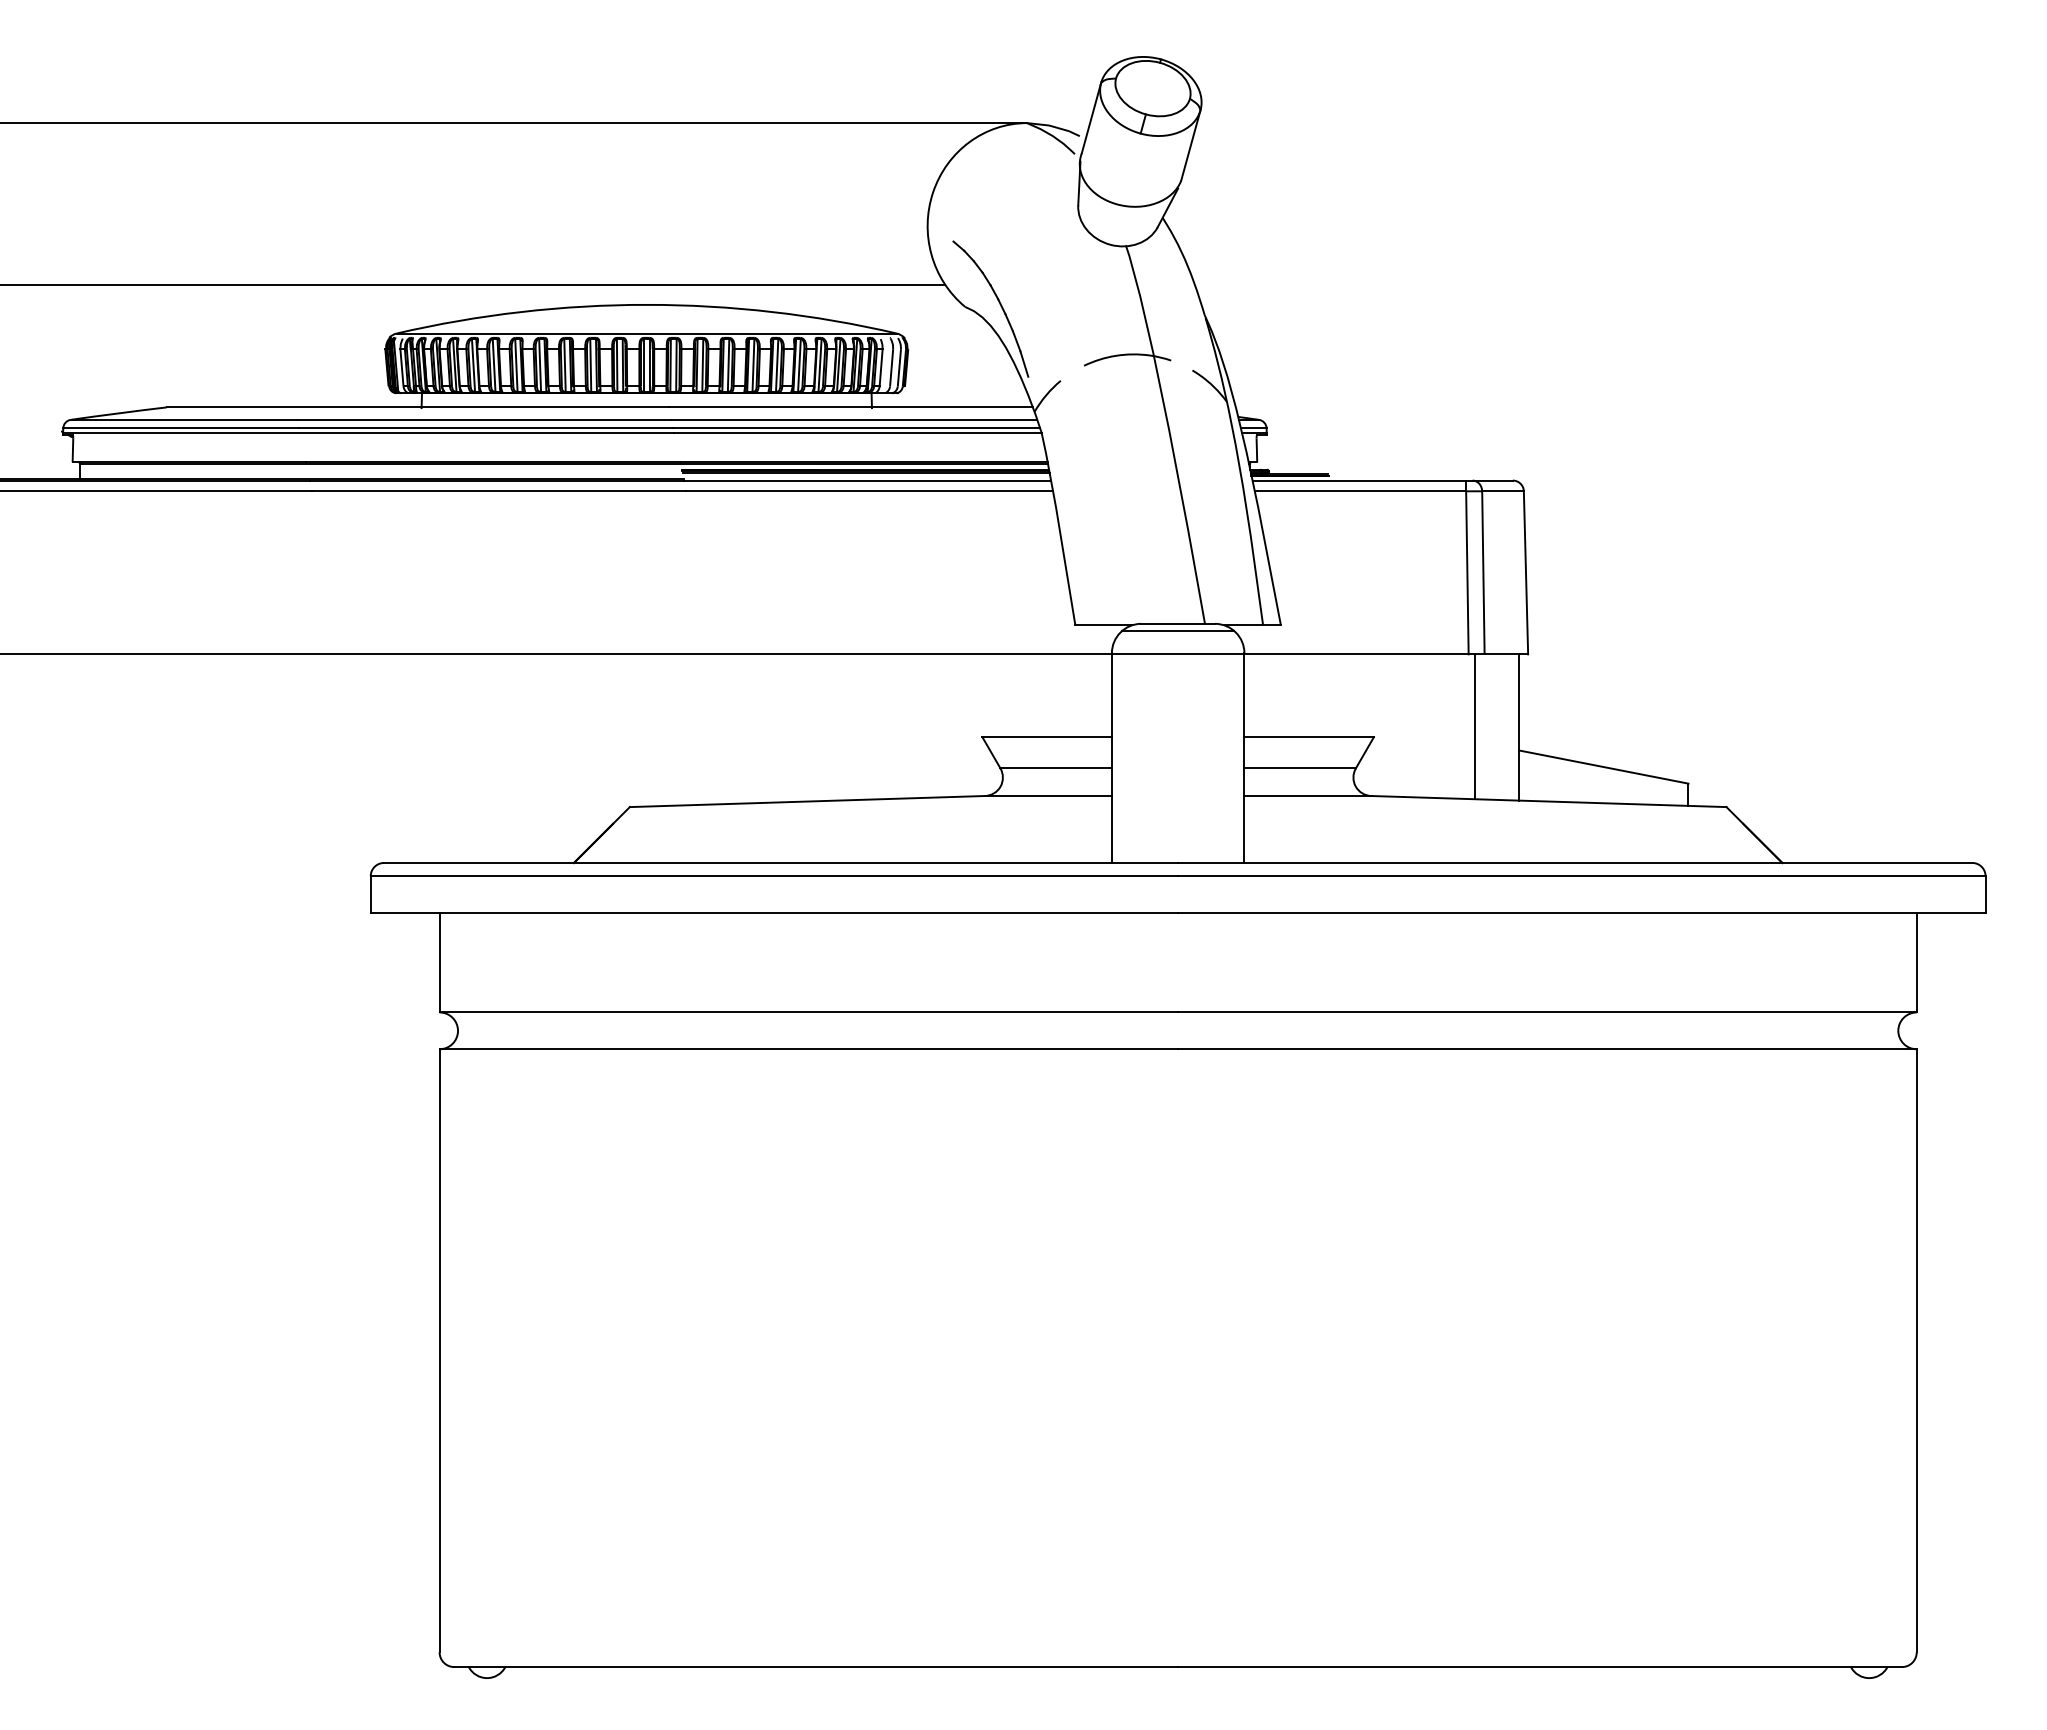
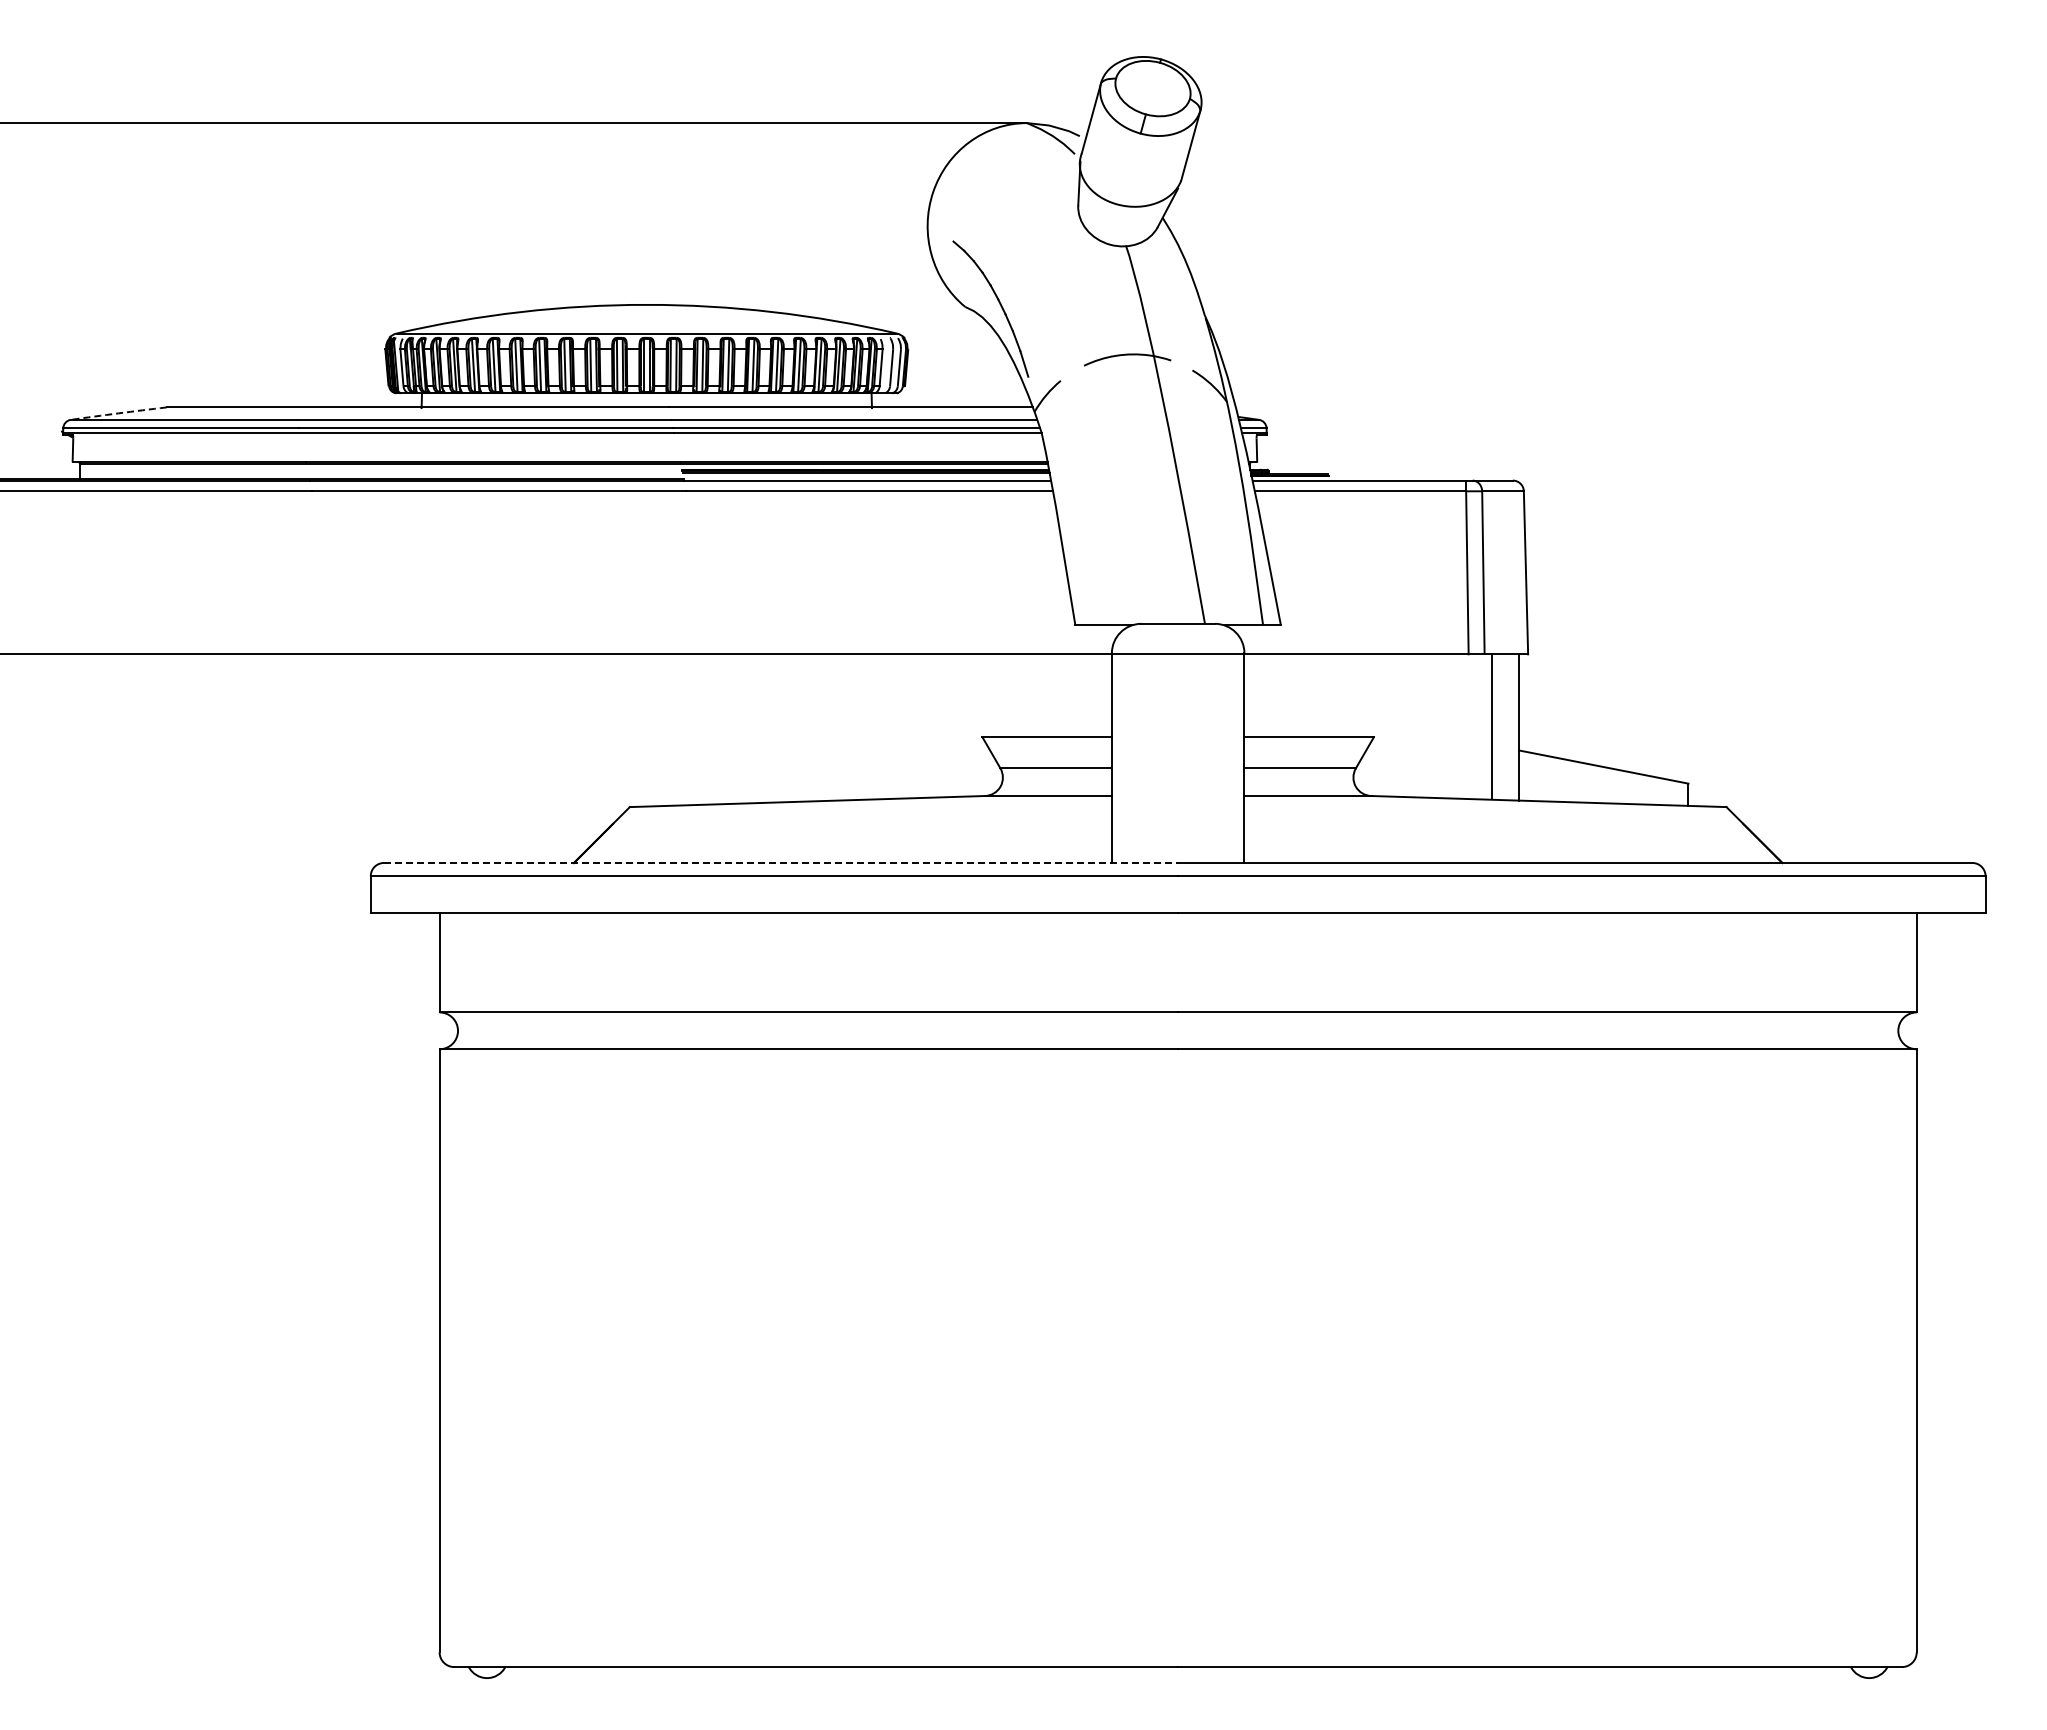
line at (473, 285): present -> none
arc at (118, 413): solid -> dashed
line at (1177, 631): present -> none
line at (1474, 726) position: (1474, 726) -> (1491, 726)
line at (781, 862): solid -> dashed
